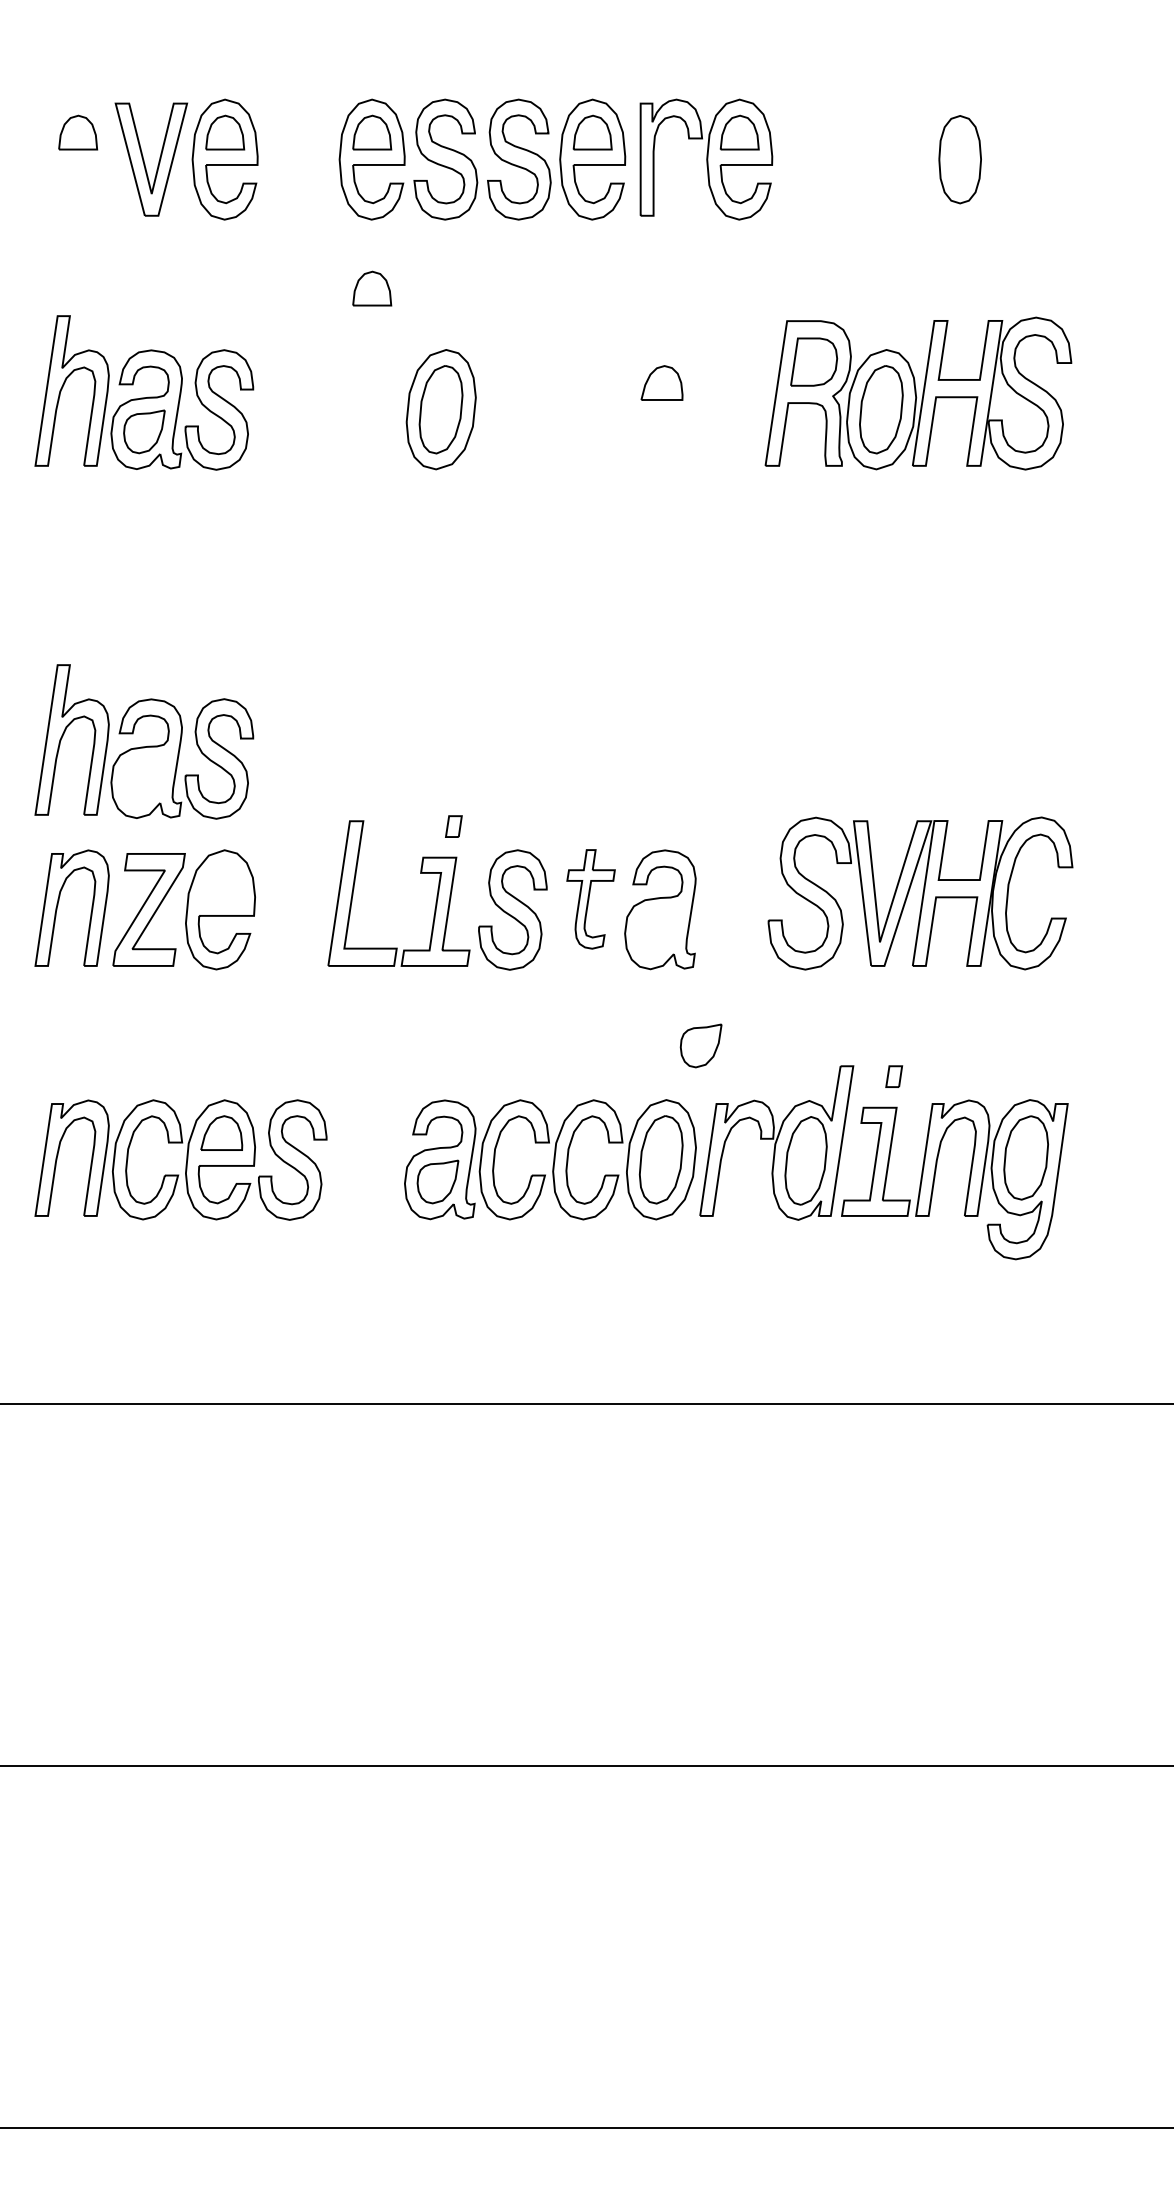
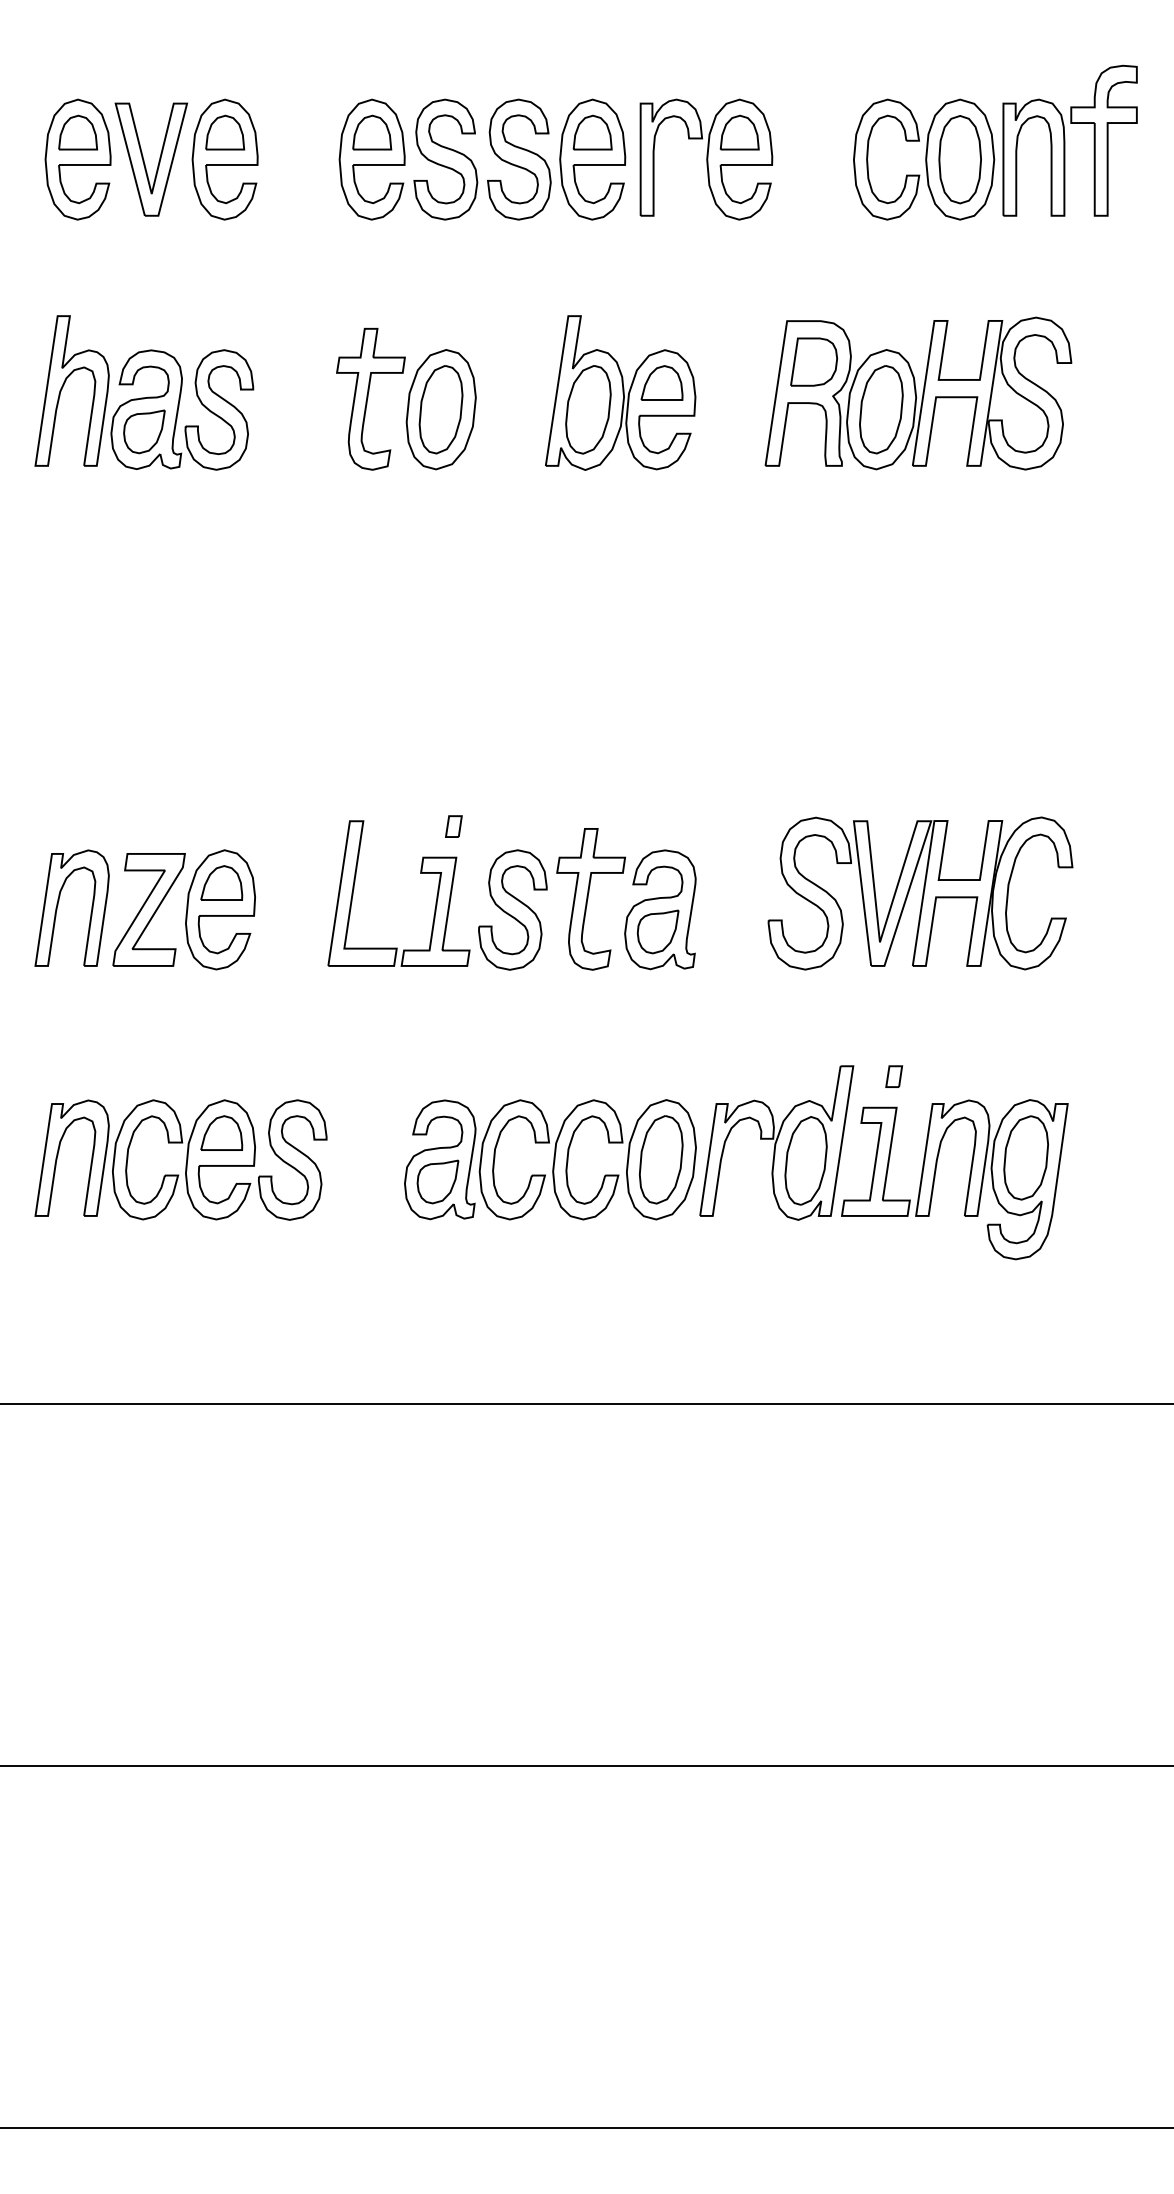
part at (995, 142): none -> present
part at (77, 159): none -> present
part at (372, 288): present -> none
part at (620, 392): none -> present
part at (370, 398): none -> present
part at (144, 741): present -> none
part at (221, 882): none -> present
part at (590, 899) size: 50x101 px -> 70x143 px
part at (700, 1045) position: (700, 1045) -> (657, 931)
